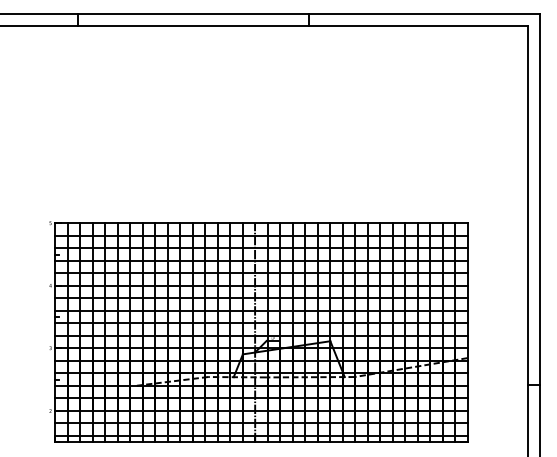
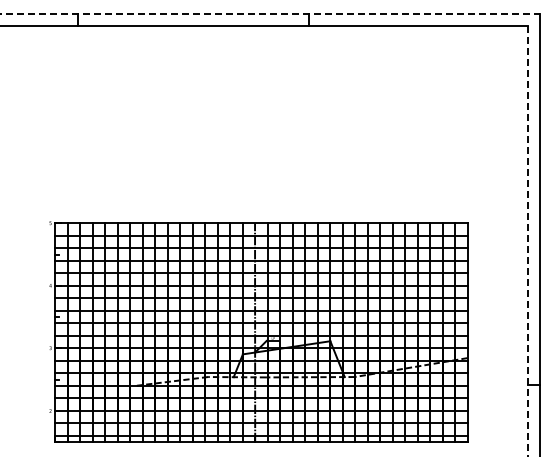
line at (270, 13): solid -> dashed
line at (527, 241): solid -> dashed
